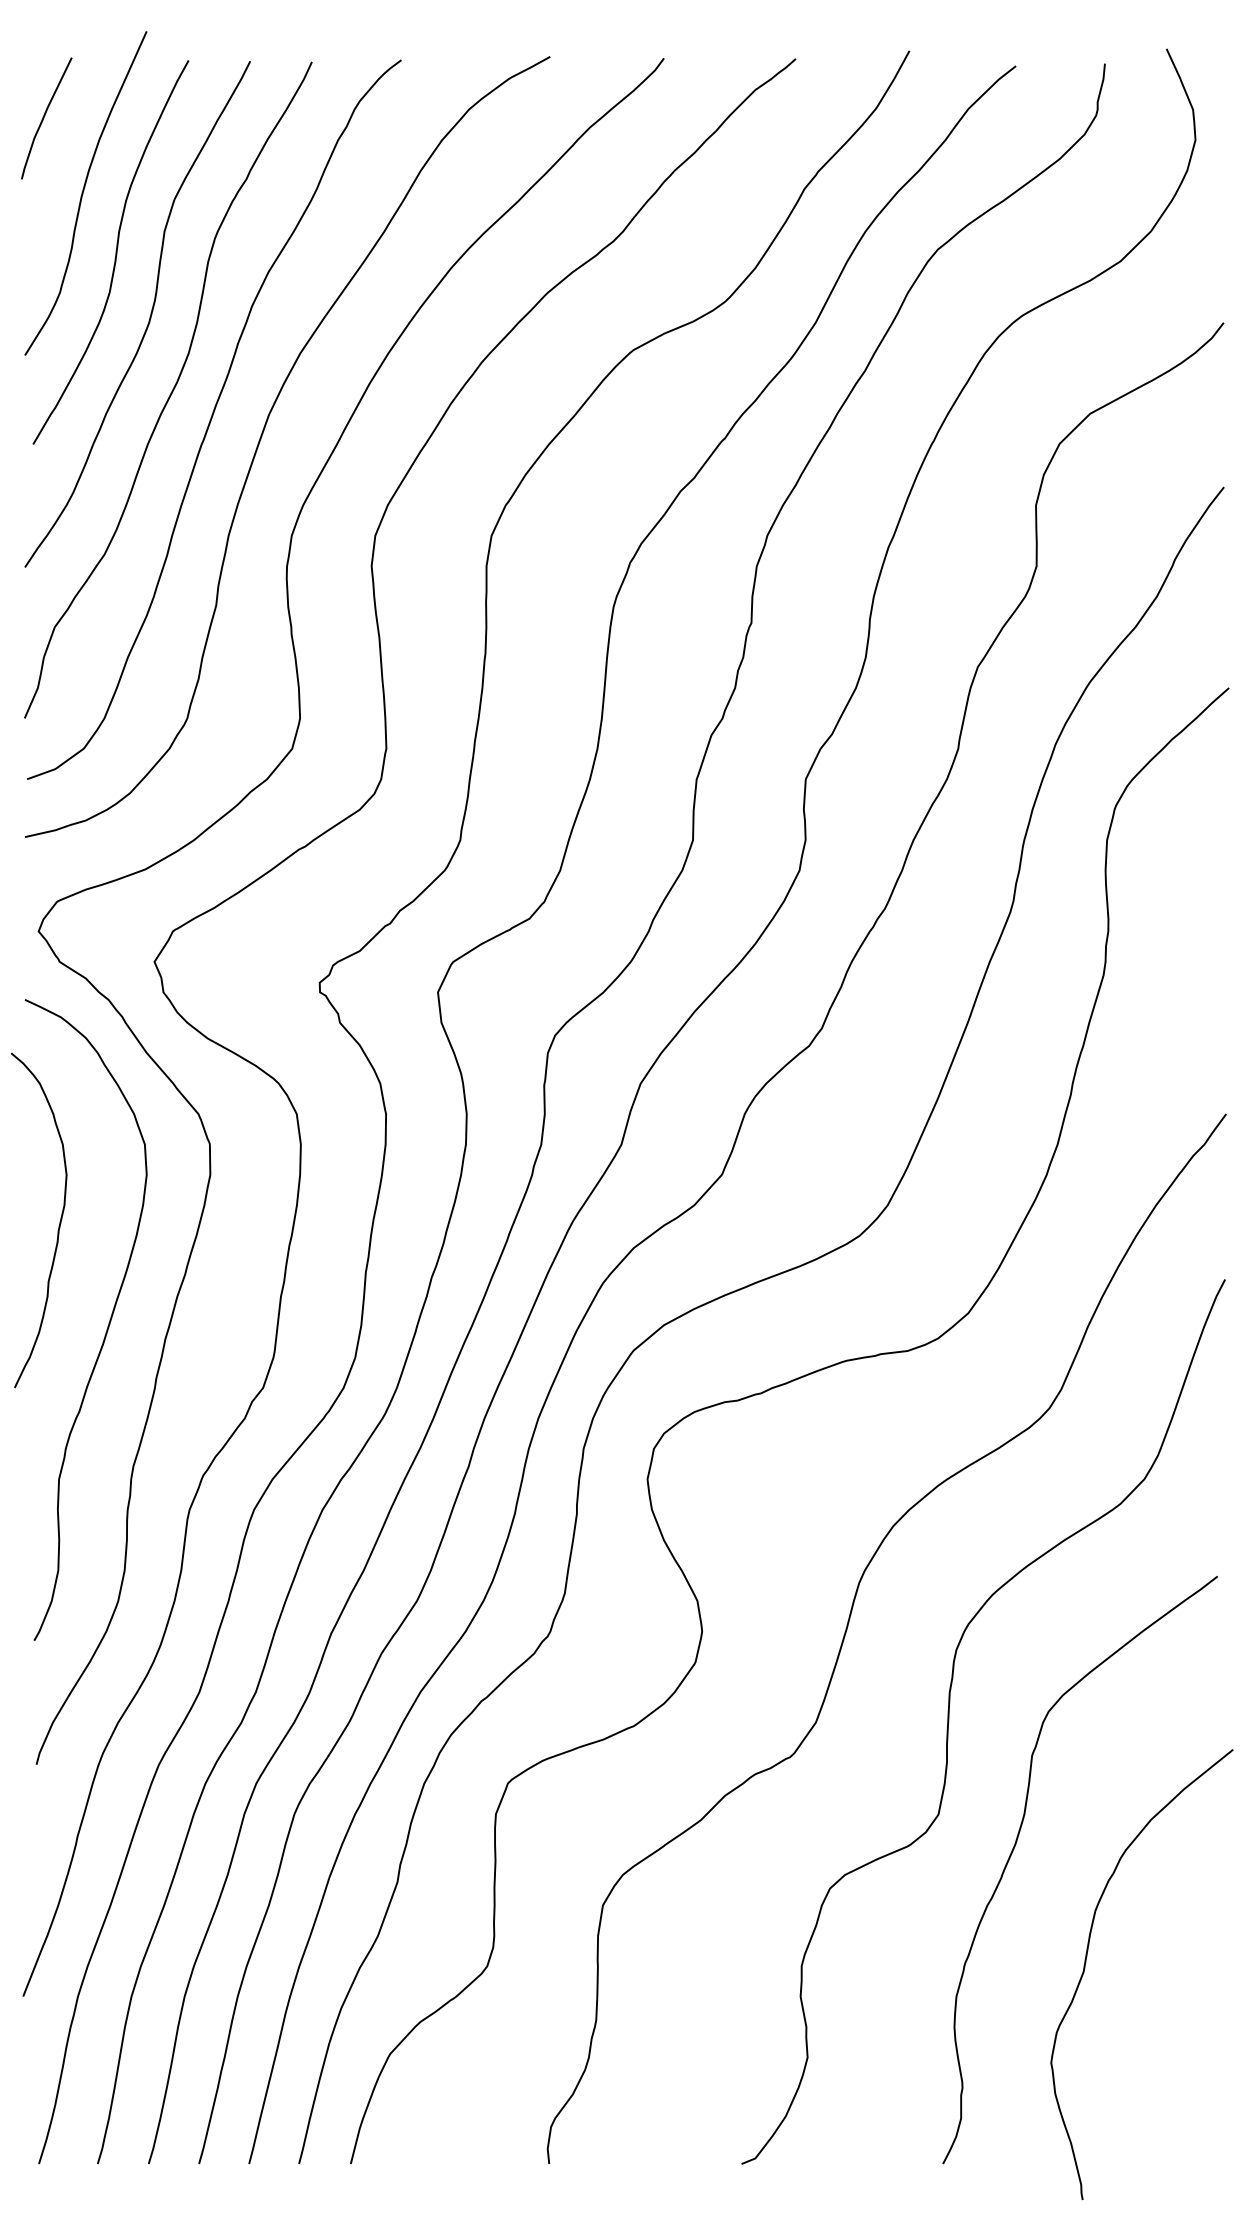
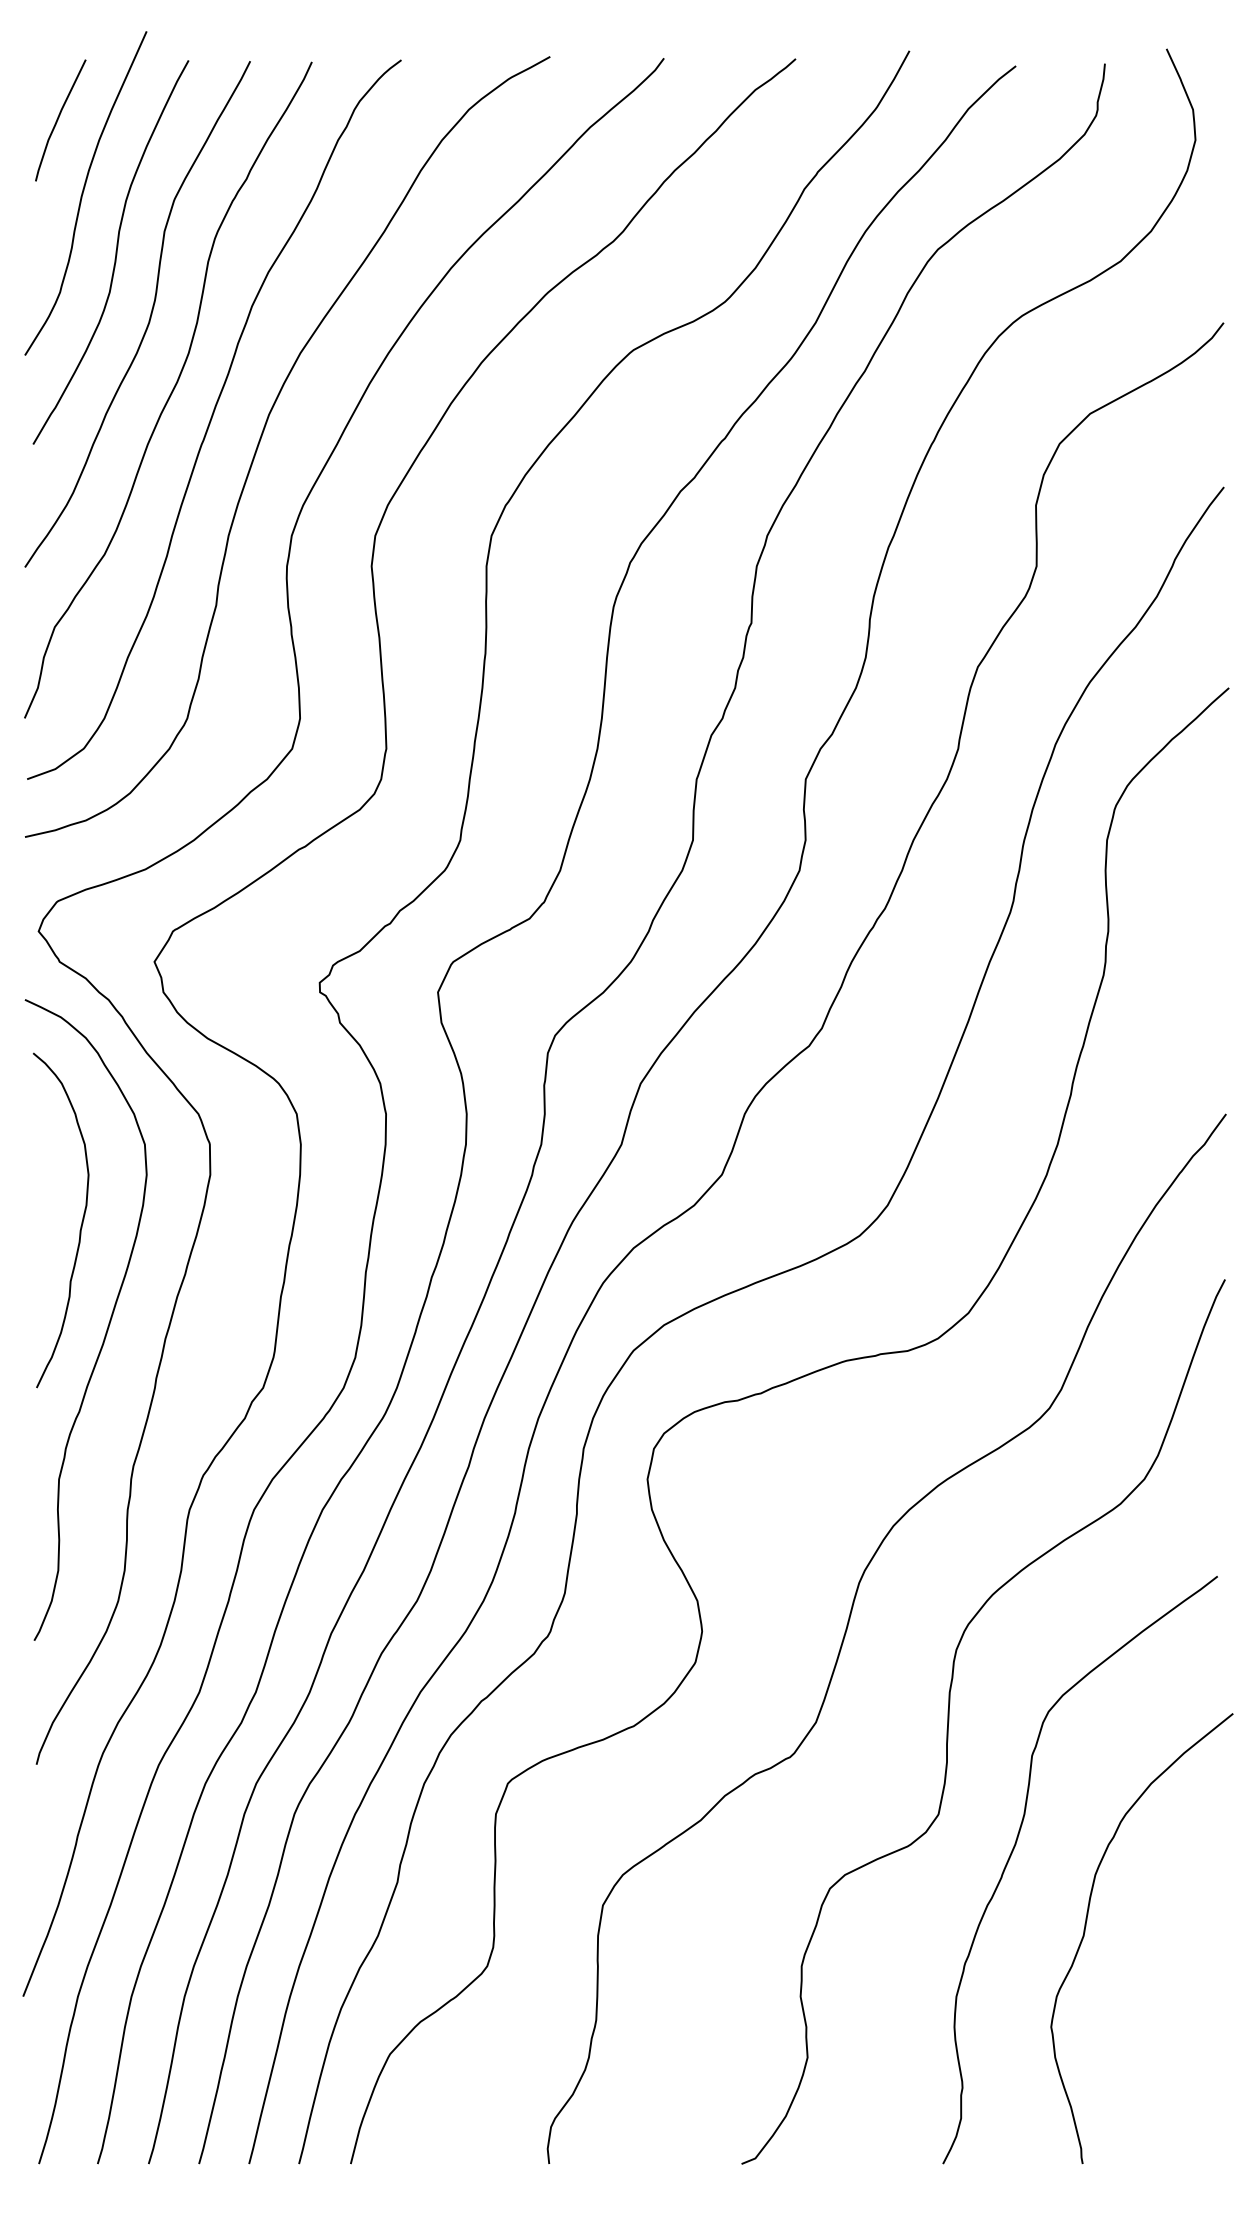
curve at (44, 118) position: (44, 118) -> (58, 120)
curve at (58, 1226) position: (58, 1226) -> (80, 1226)
curve at (1086, 1962) position: (1086, 1962) -> (1086, 1926)
